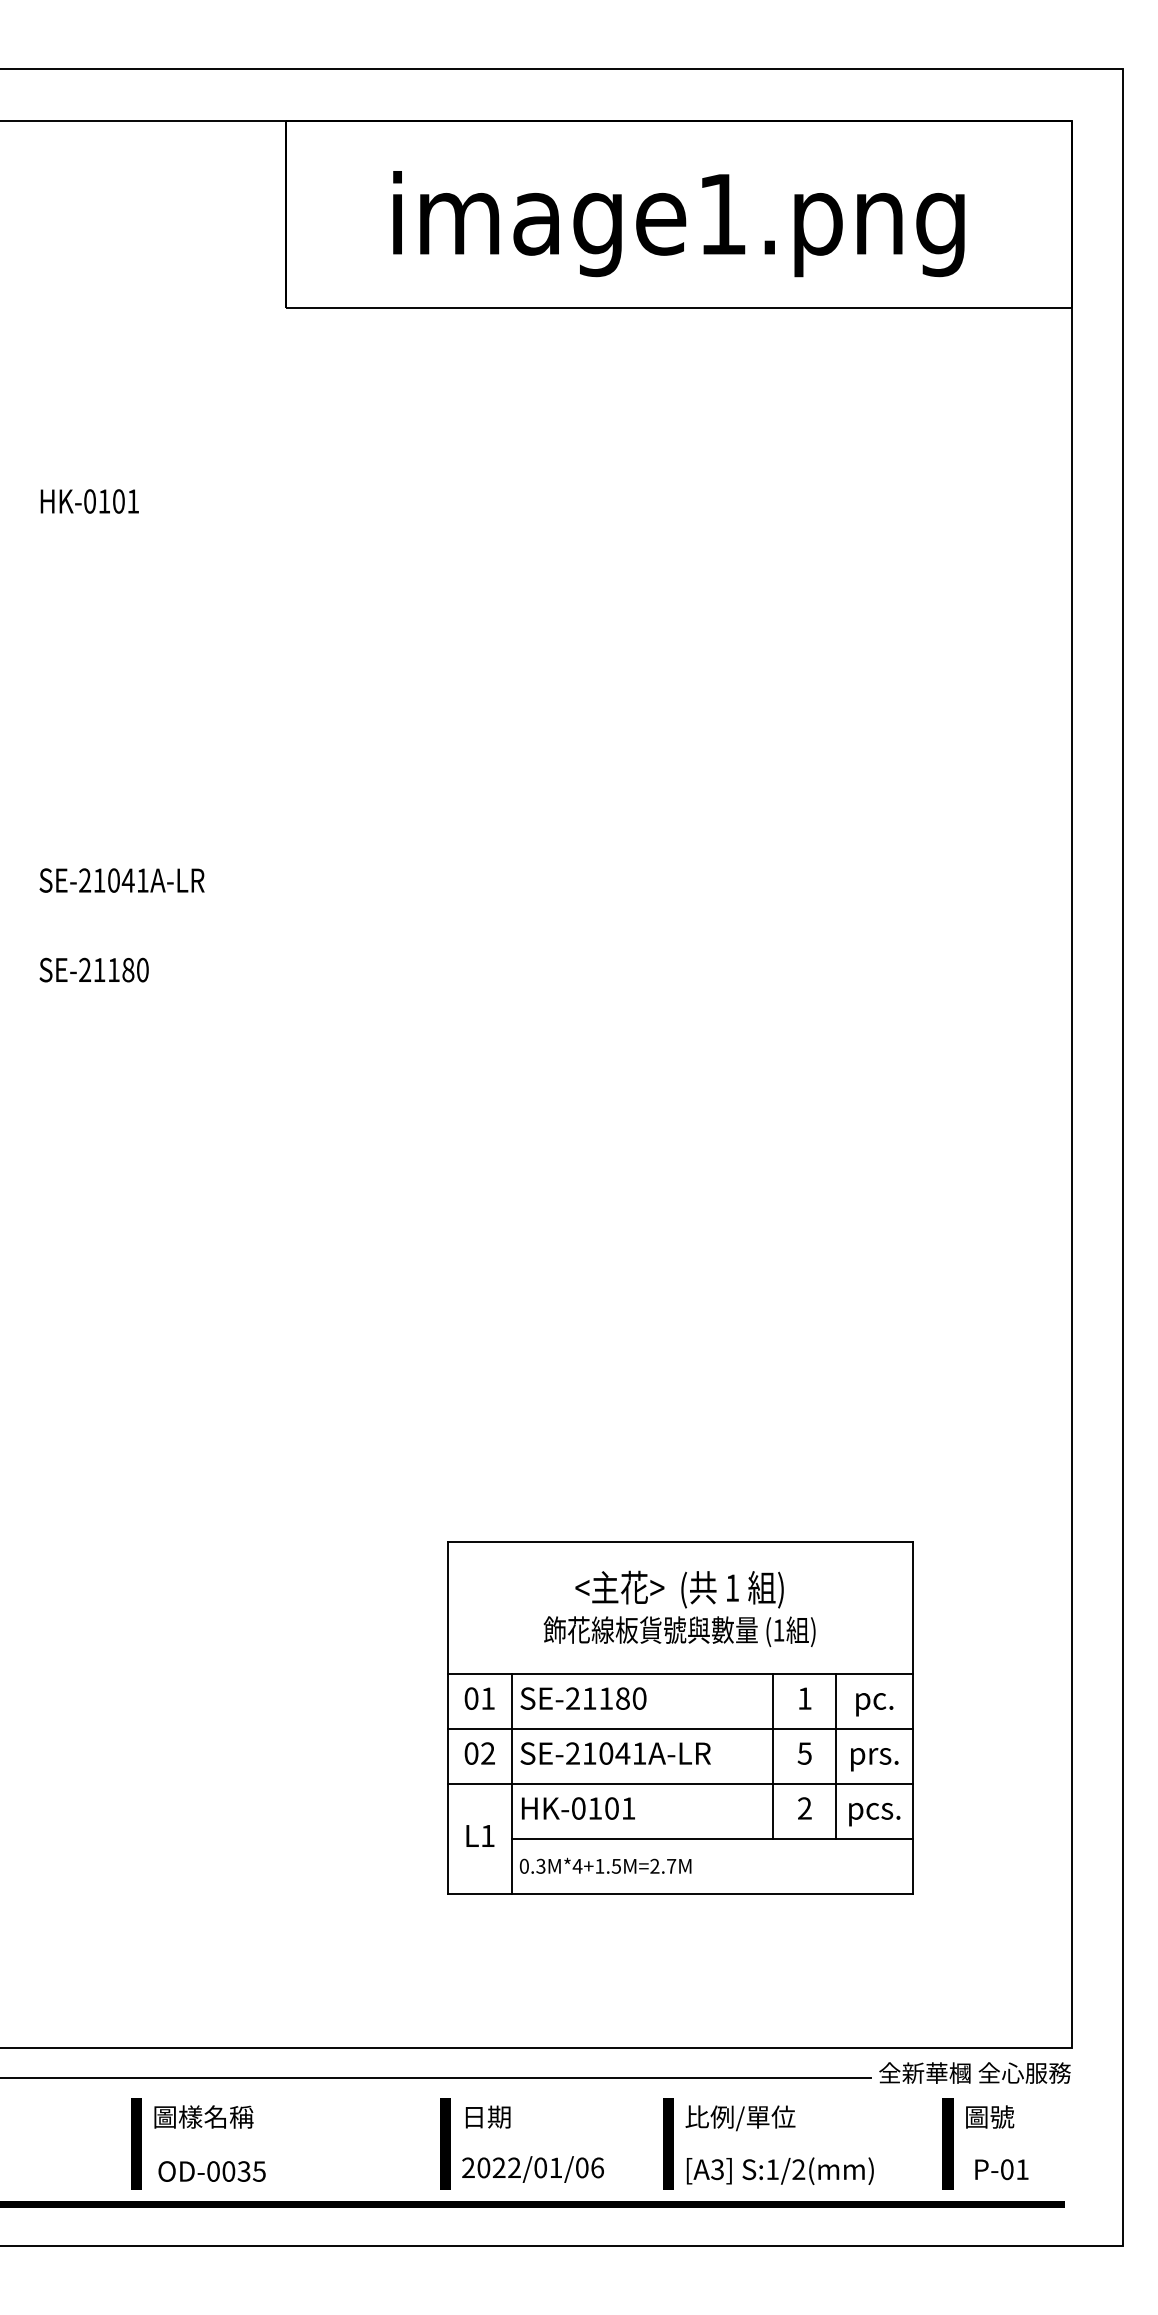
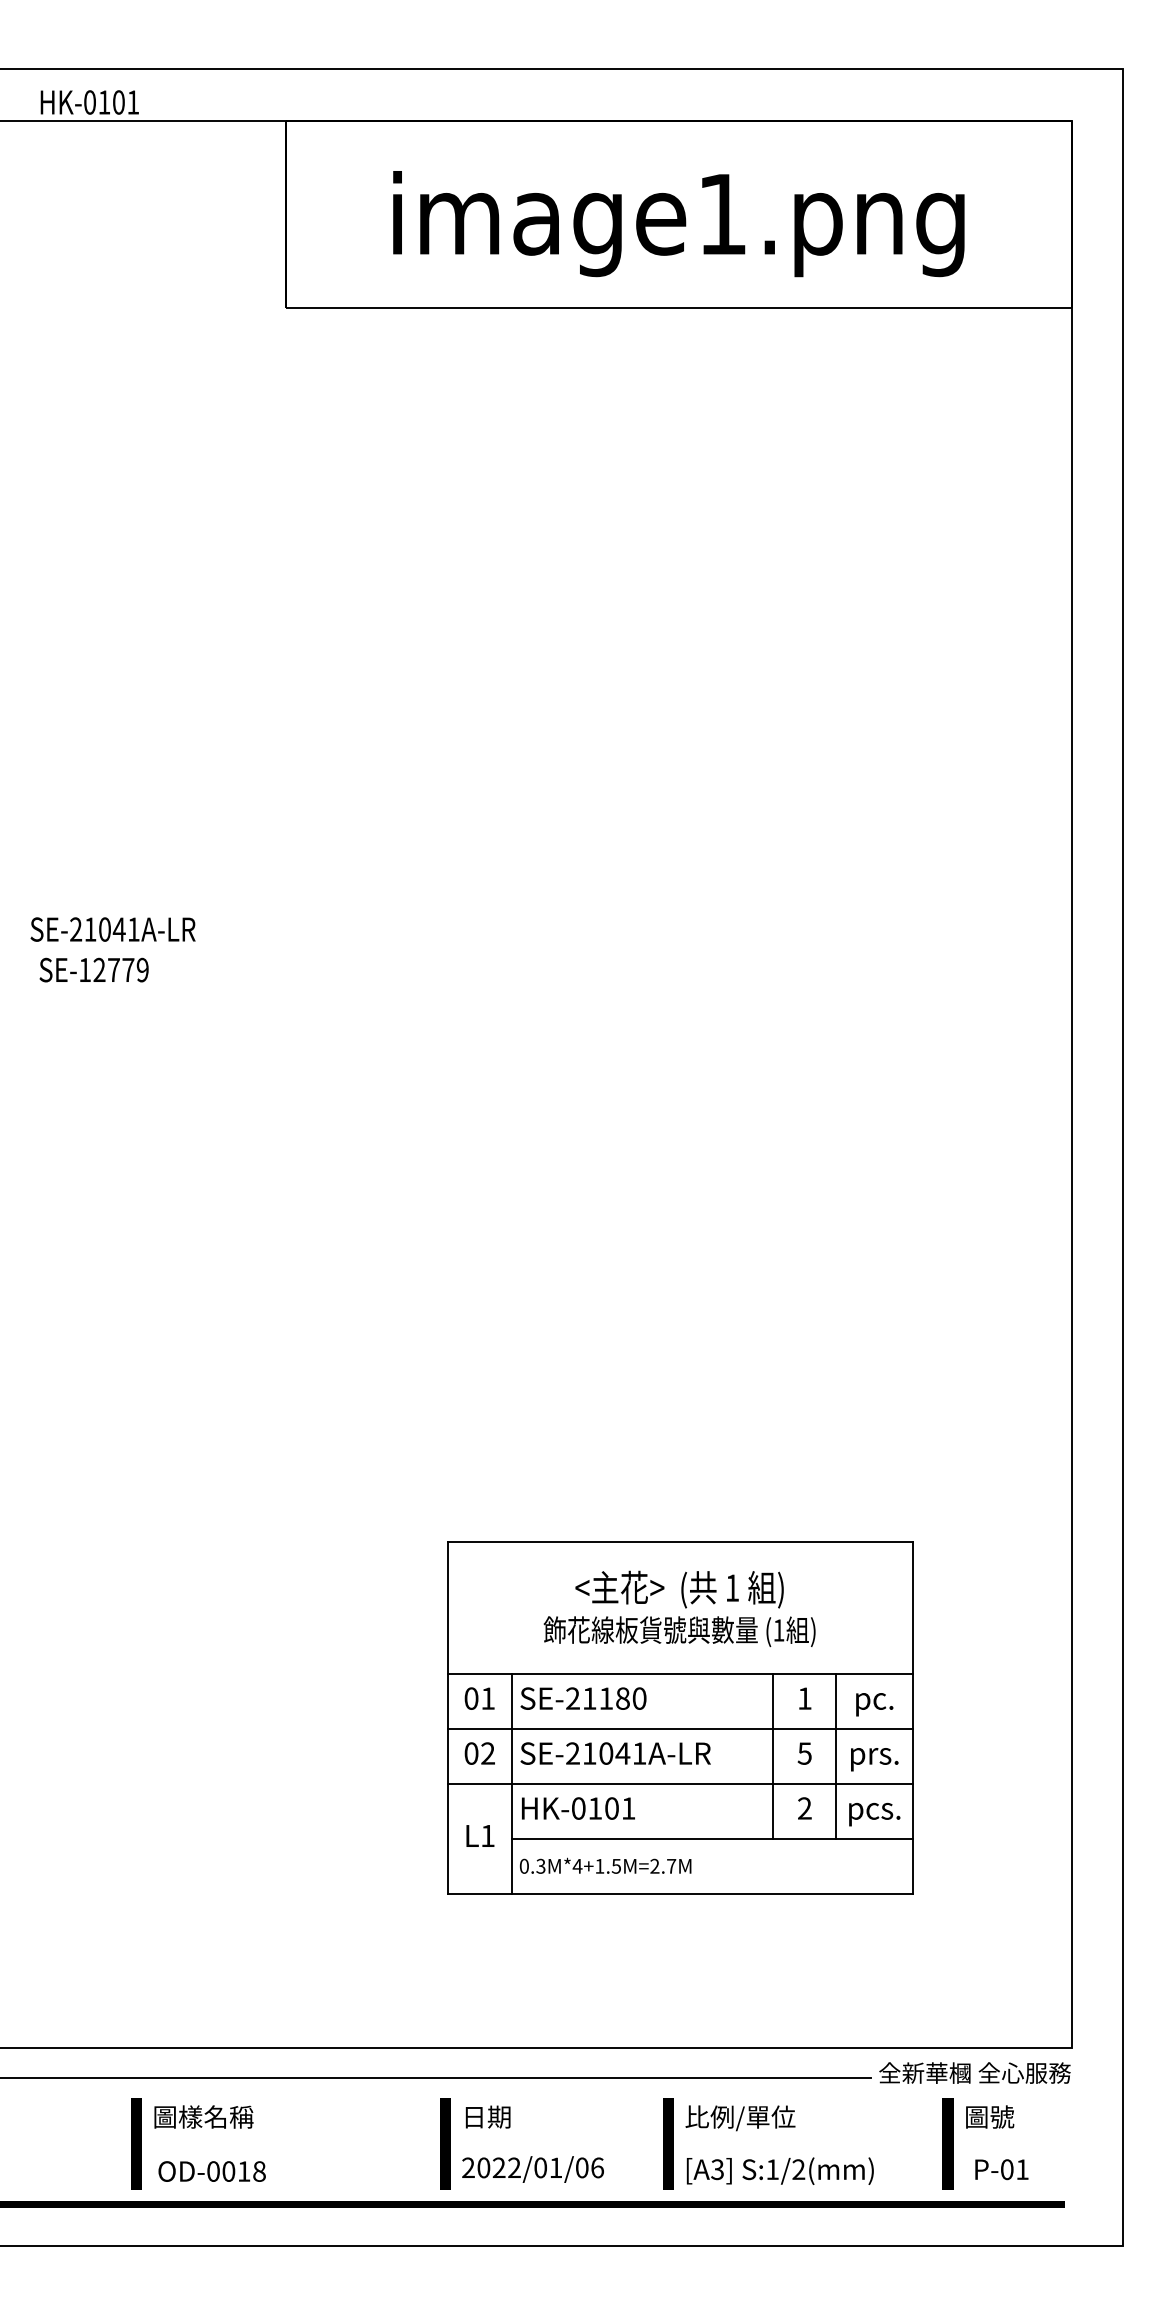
text at (89, 501) position: (89, 501) -> (89, 102)
text at (121, 880) position: (121, 880) -> (112, 929)
text at (113, 969): SE-21180 -> SE-12779
text at (251, 2171): OD-0035 -> OD-0018
